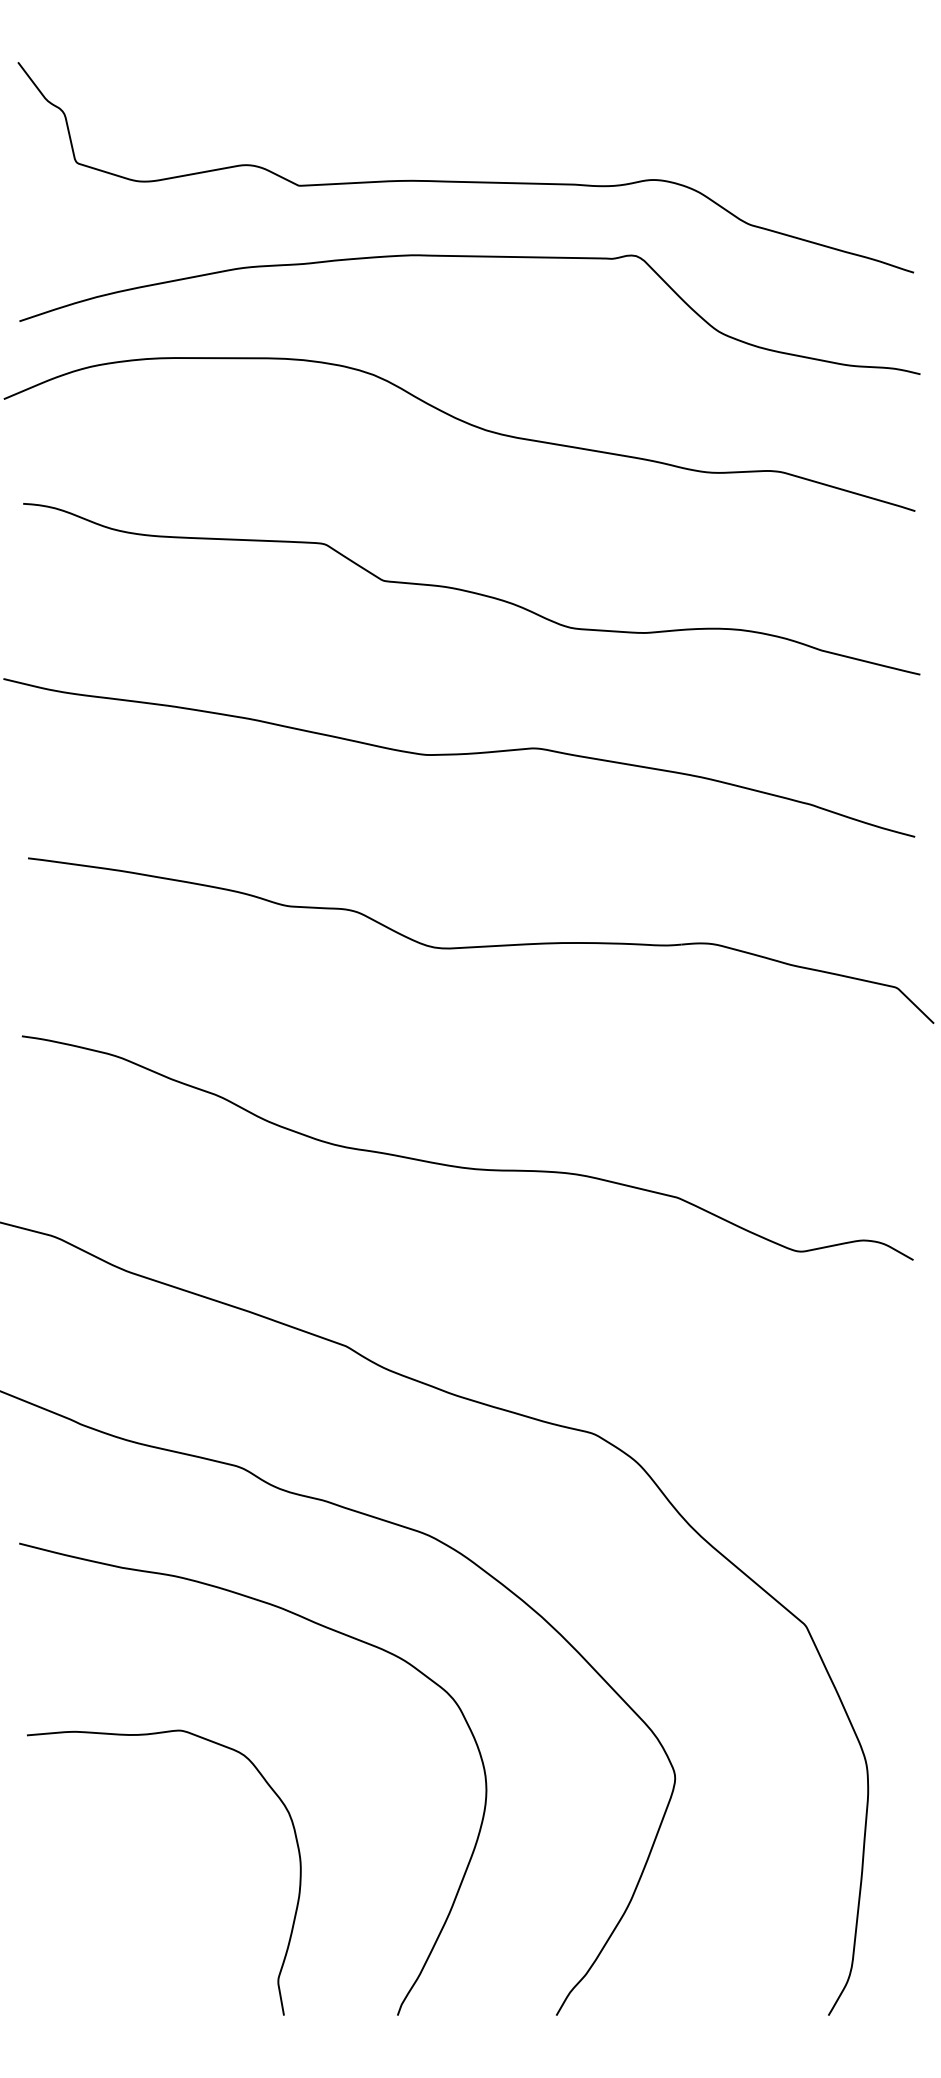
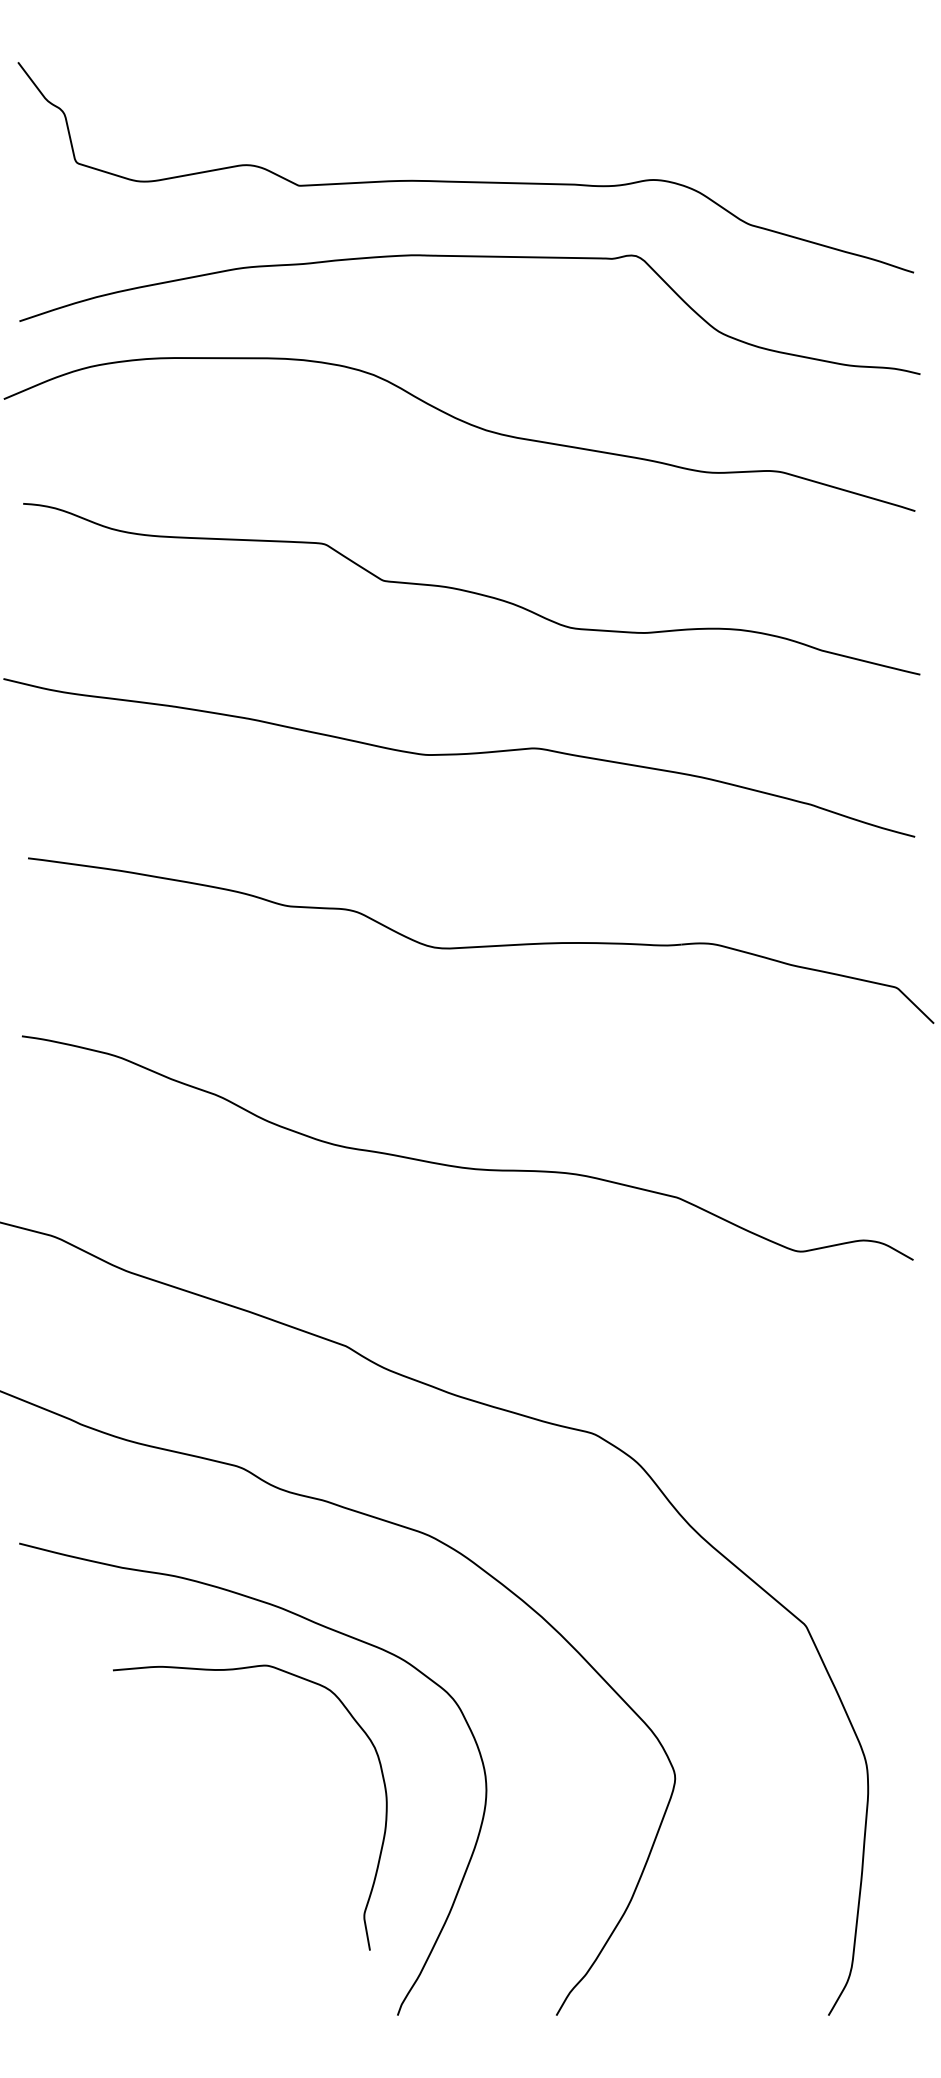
curve at (296, 1844) position: (296, 1844) -> (382, 1779)
